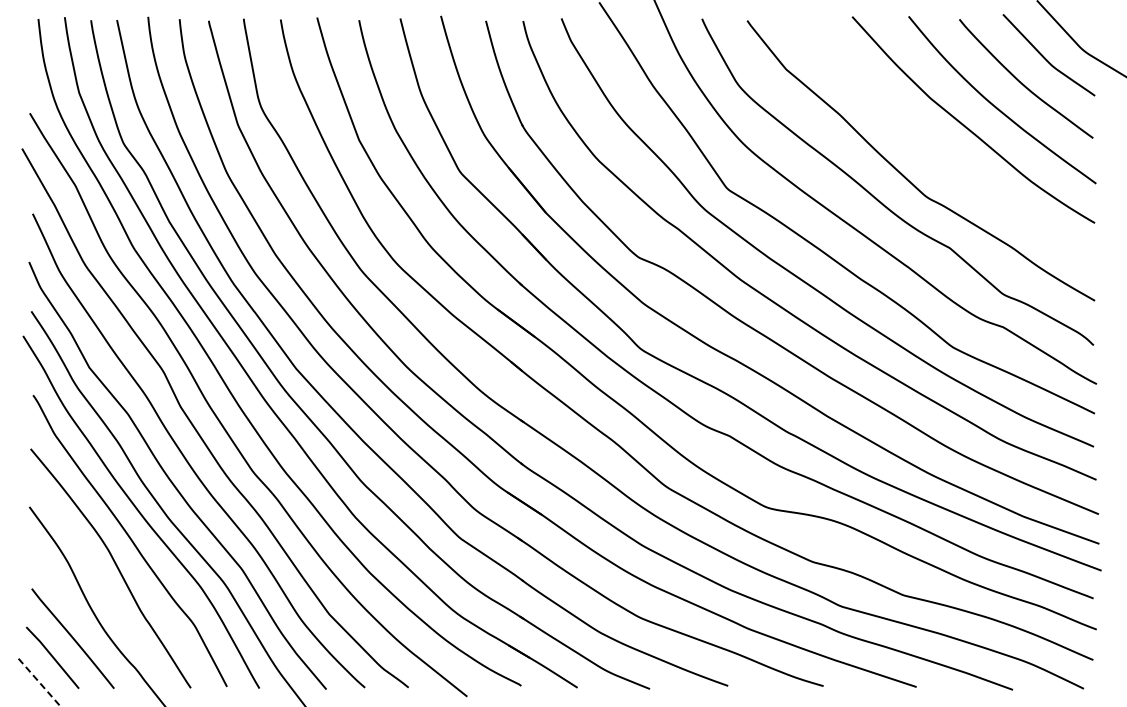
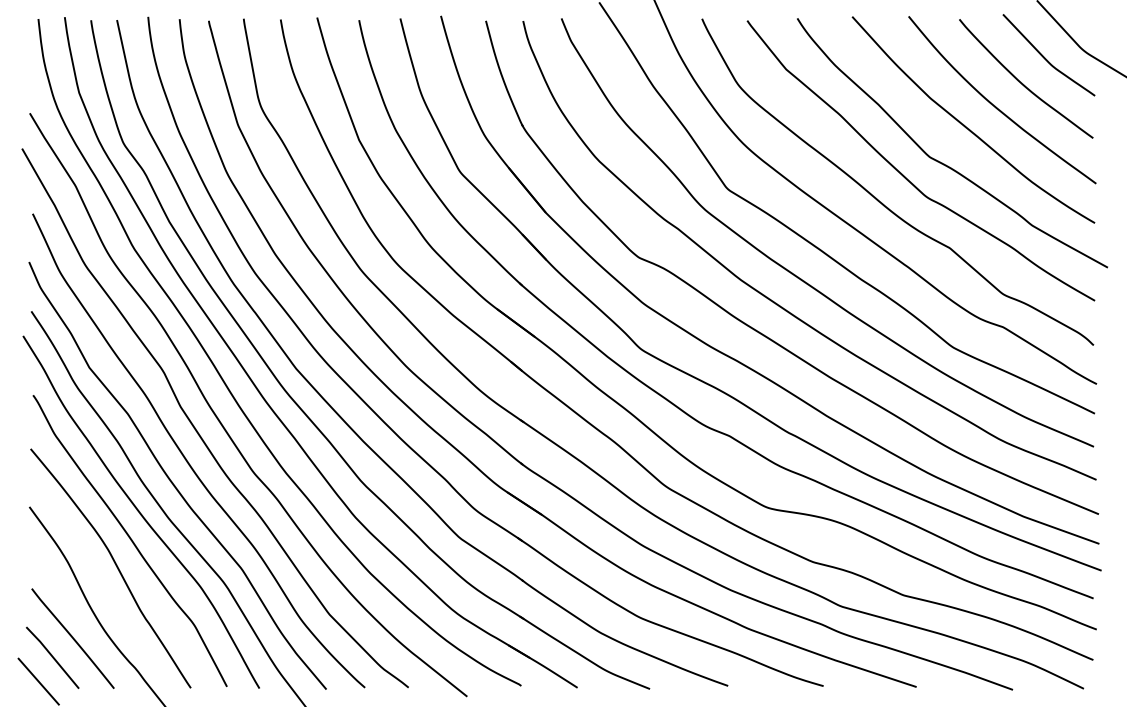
curve at (942, 162): none -> present
line at (38, 681): dashed -> solid
